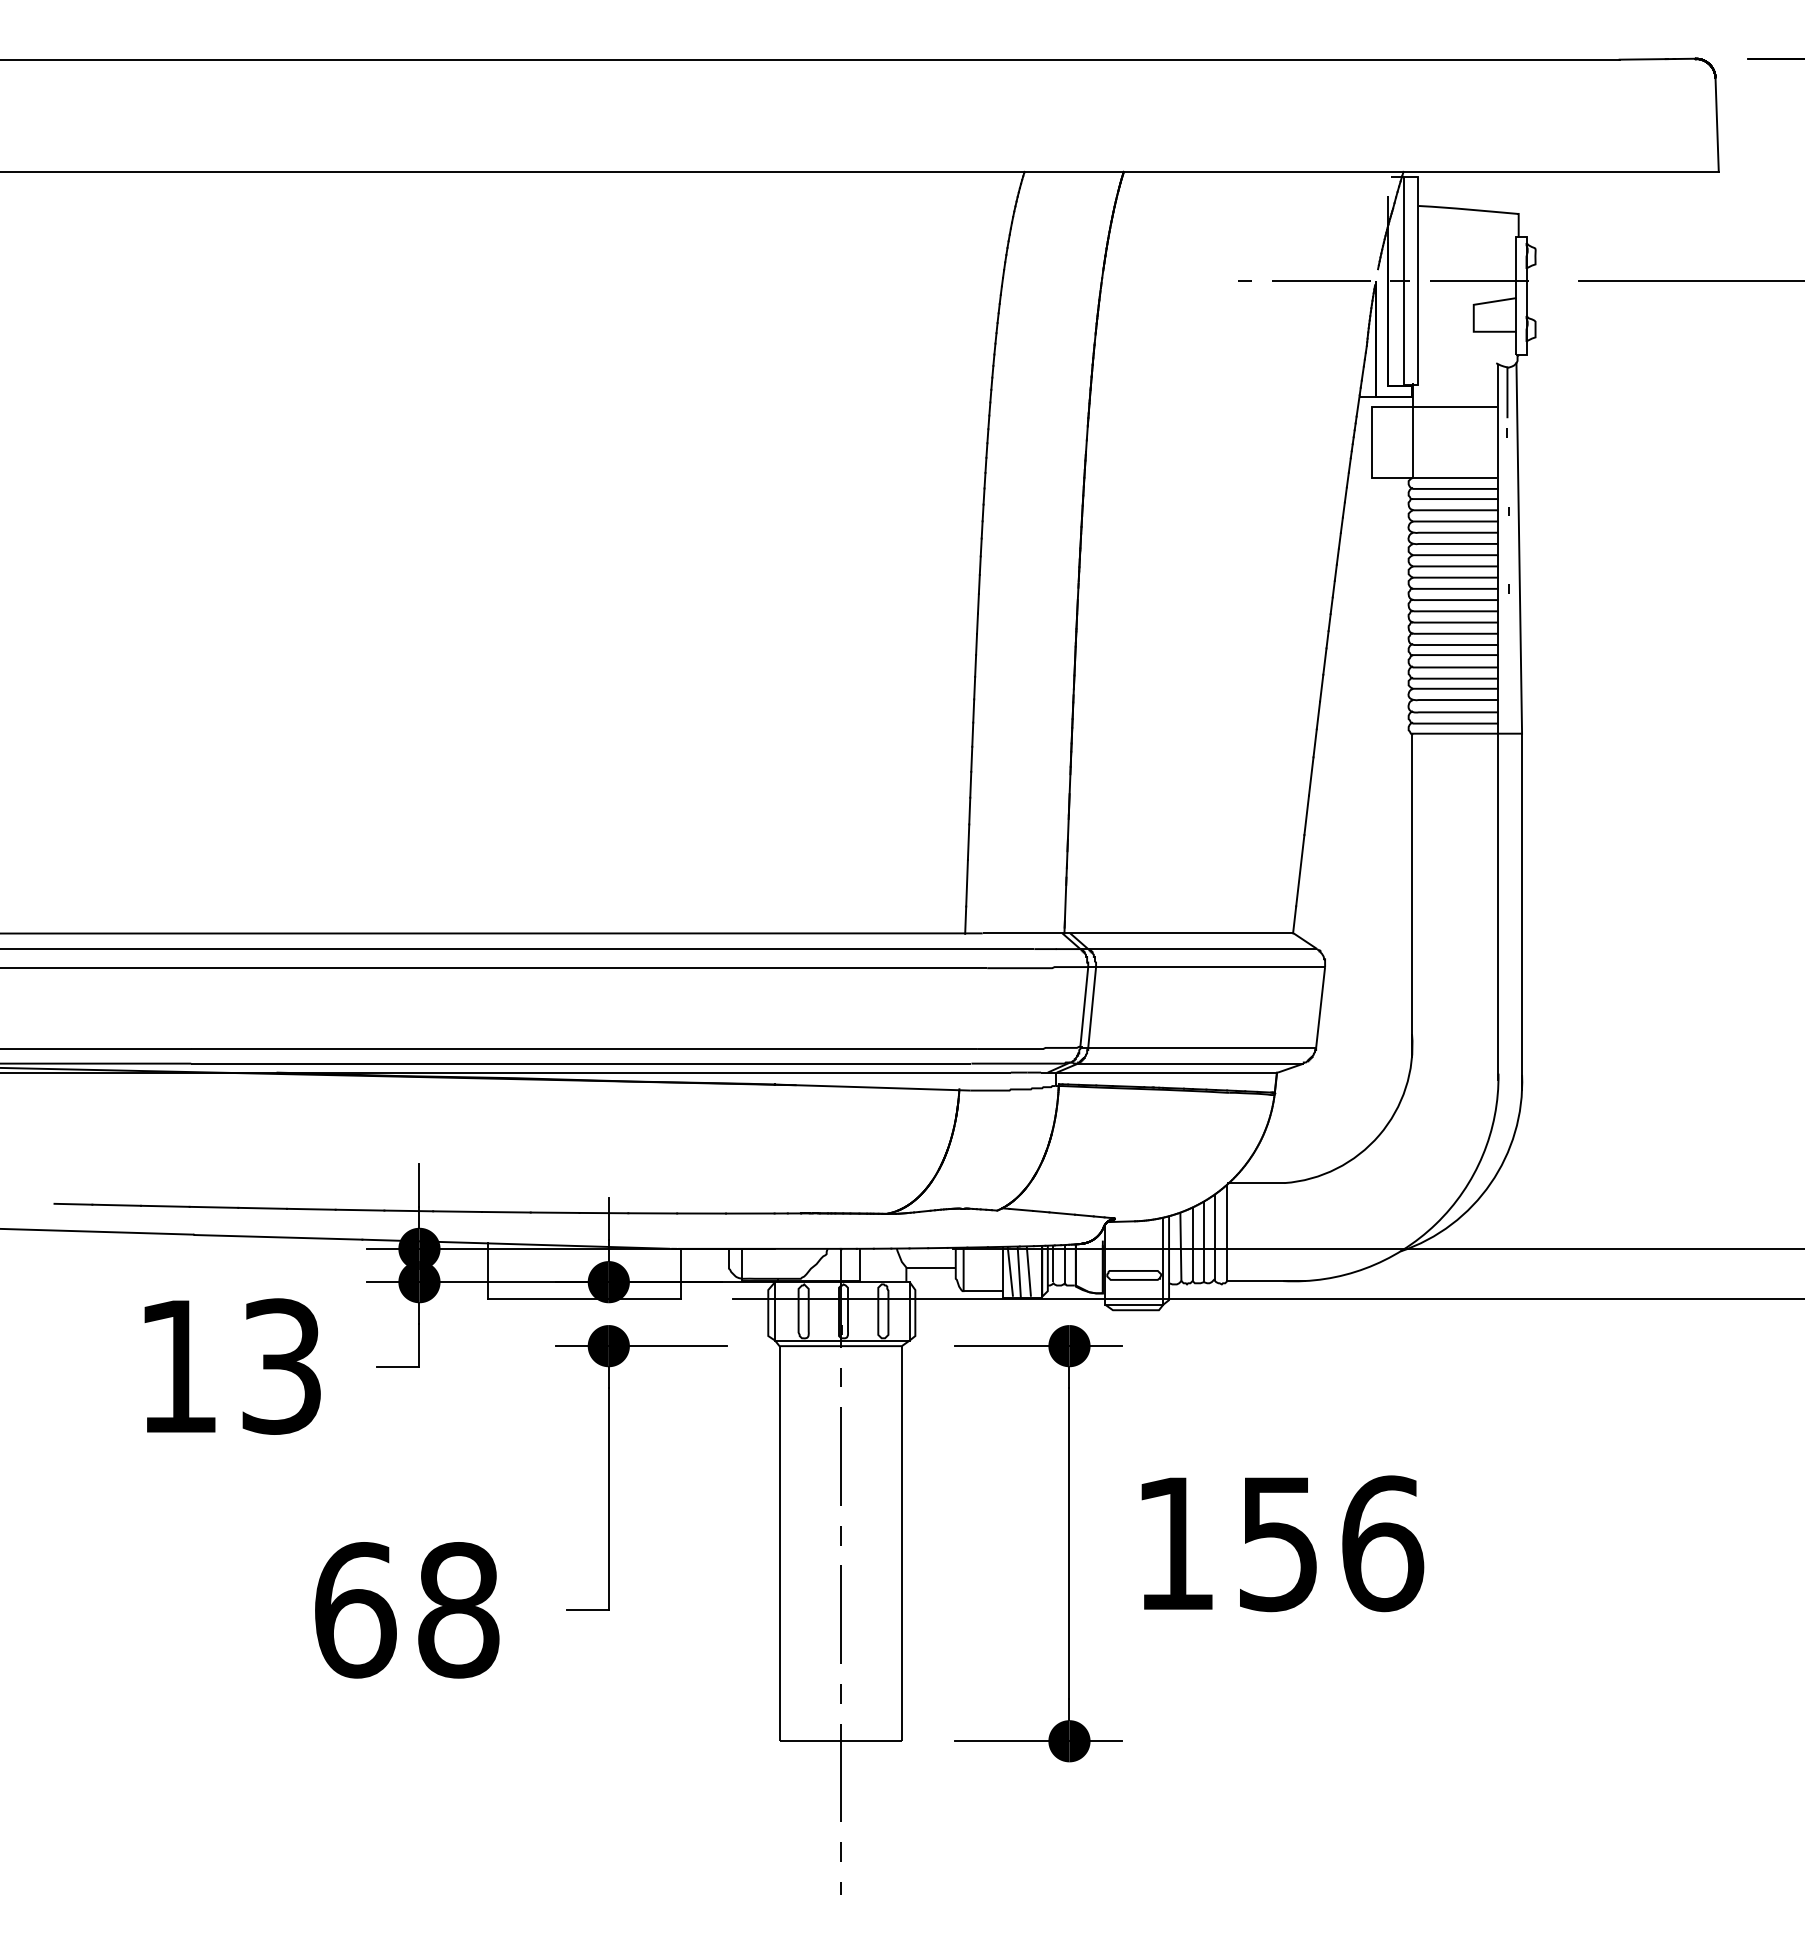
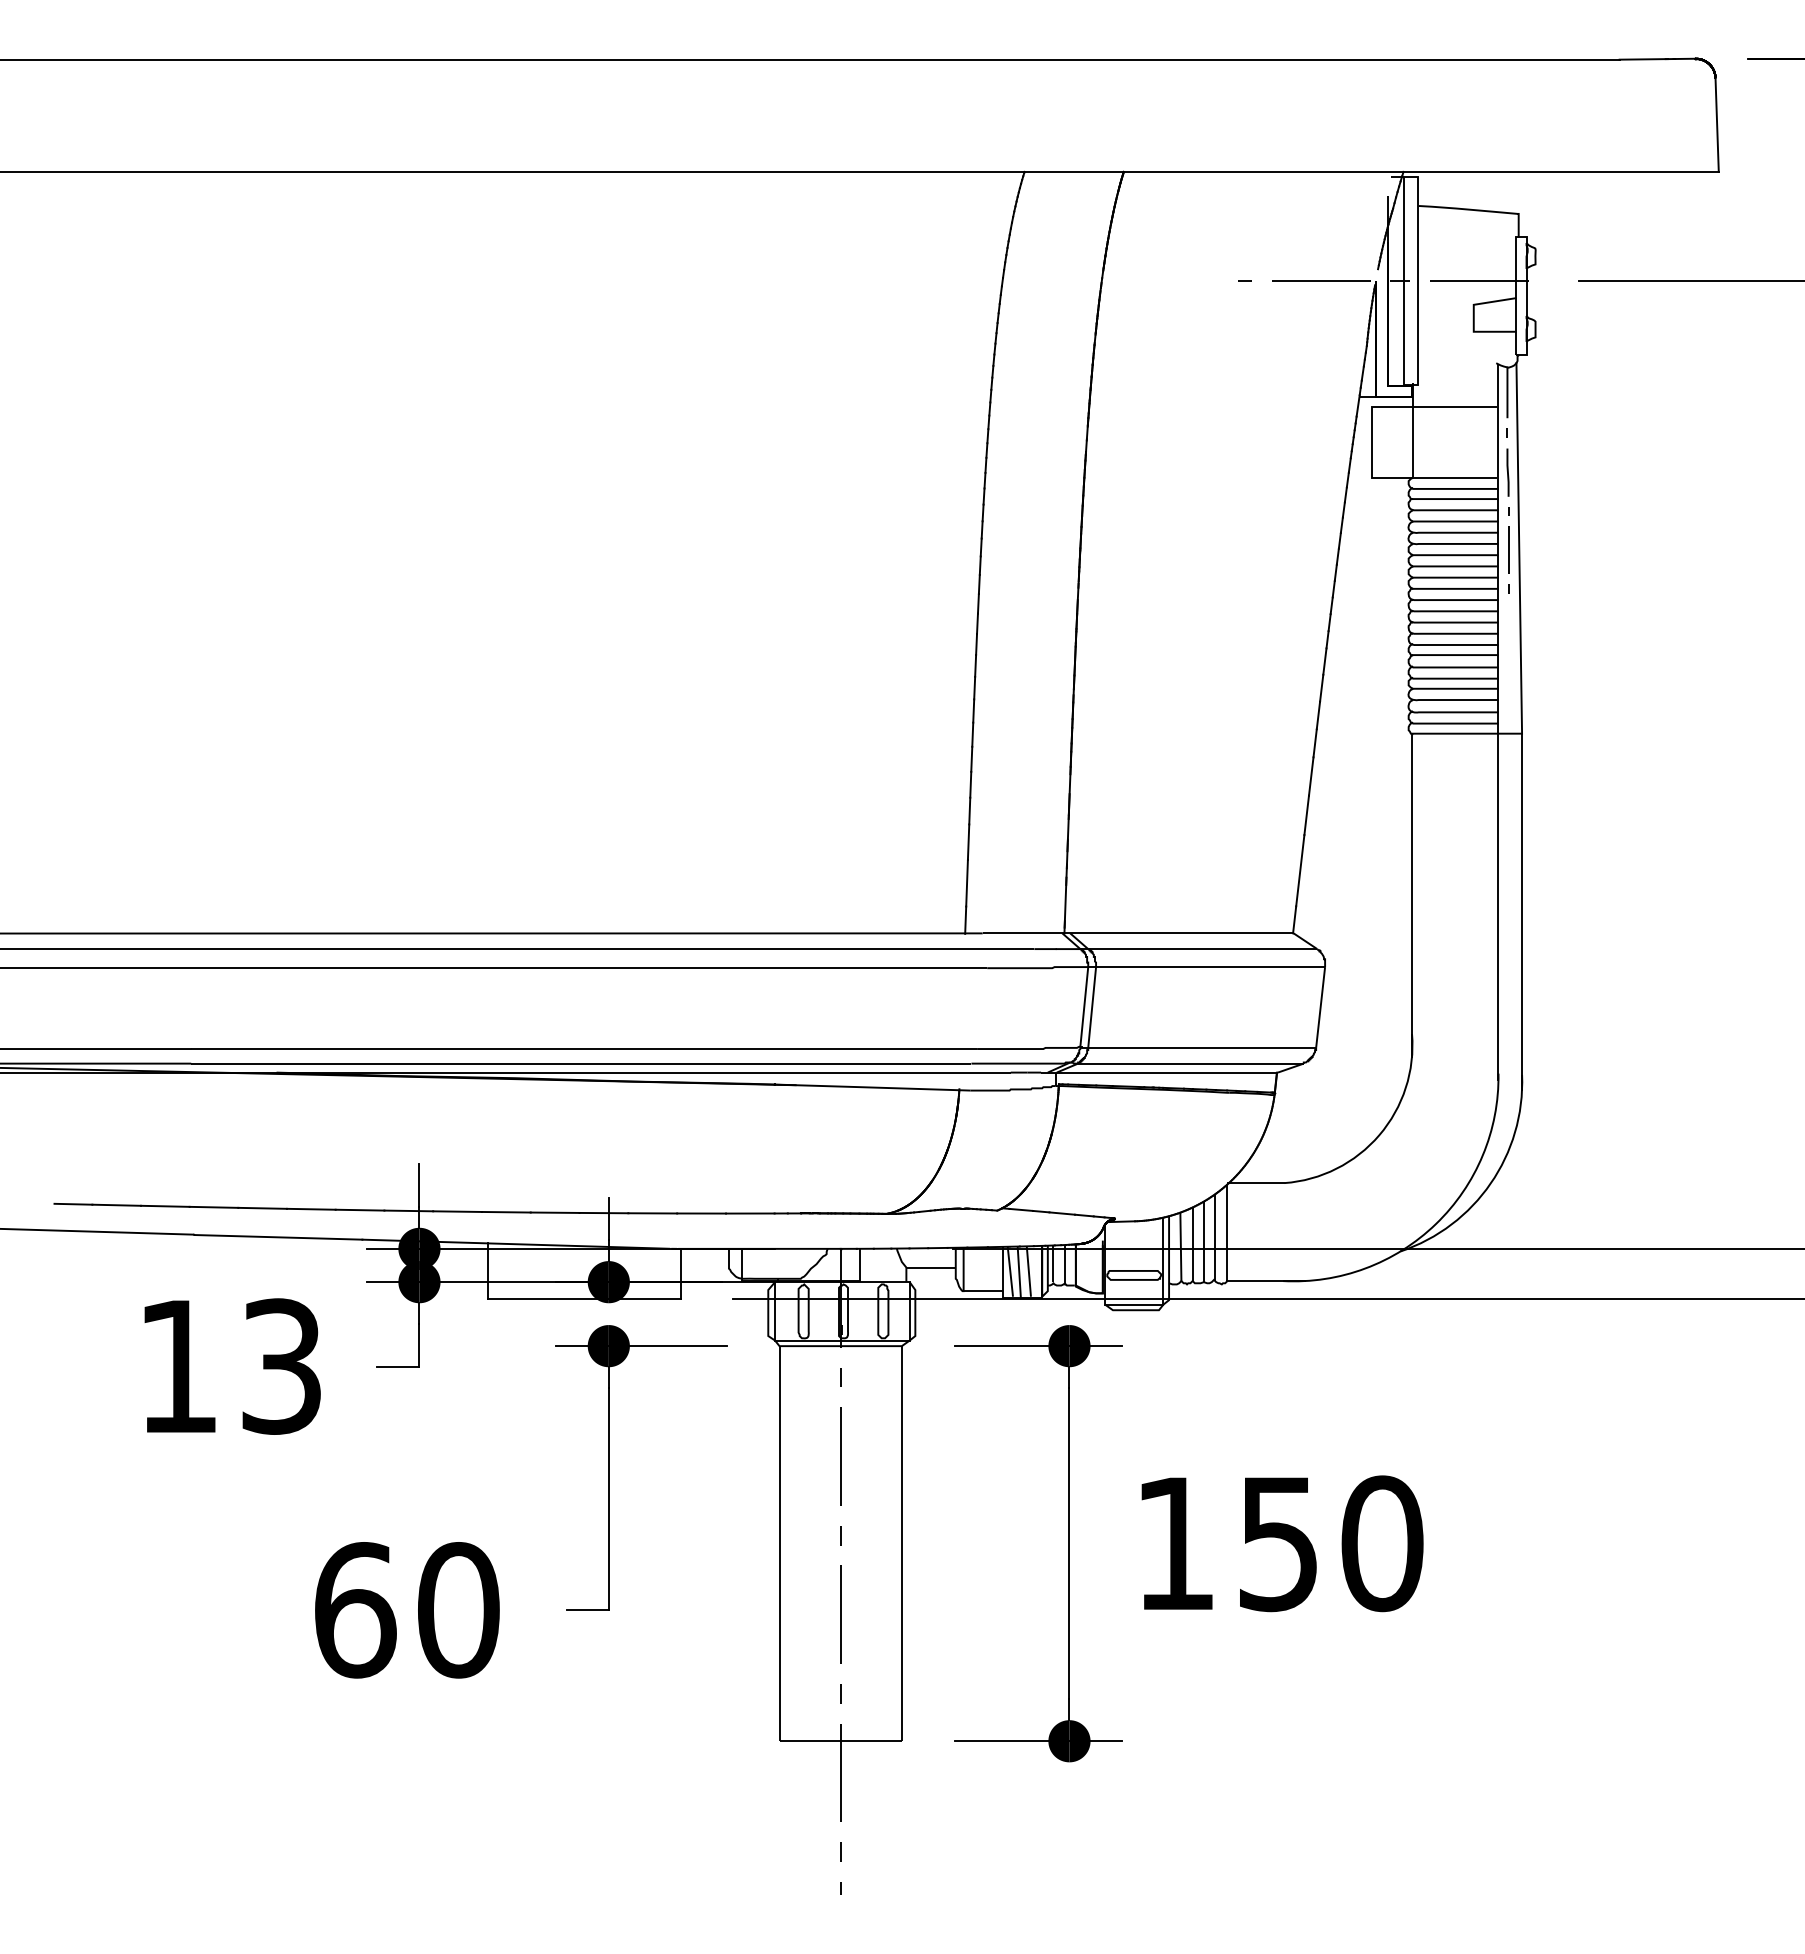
line at (1507, 472): none -> present
line at (1508, 549): none -> present
text at (1382, 1543): 156 -> 150
text at (458, 1610): 68 -> 60
